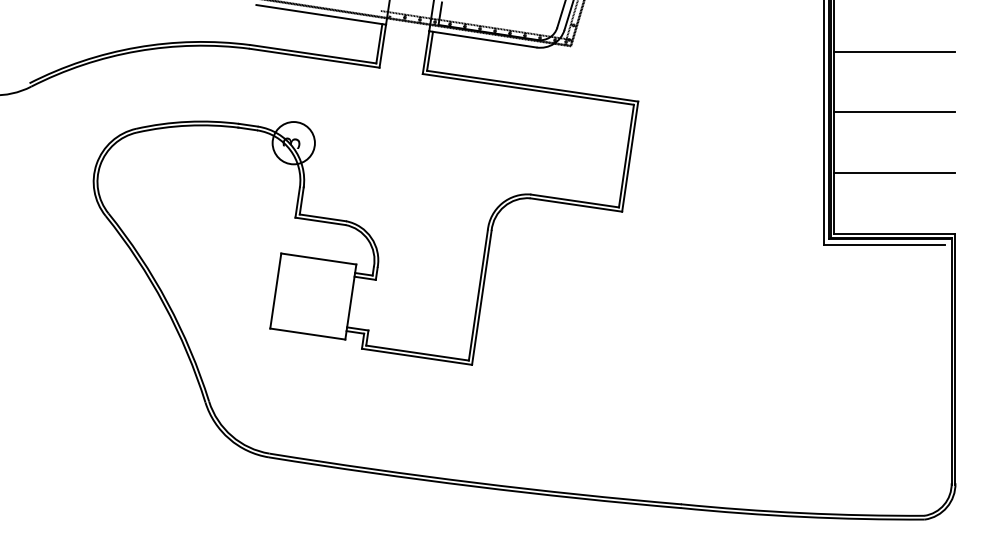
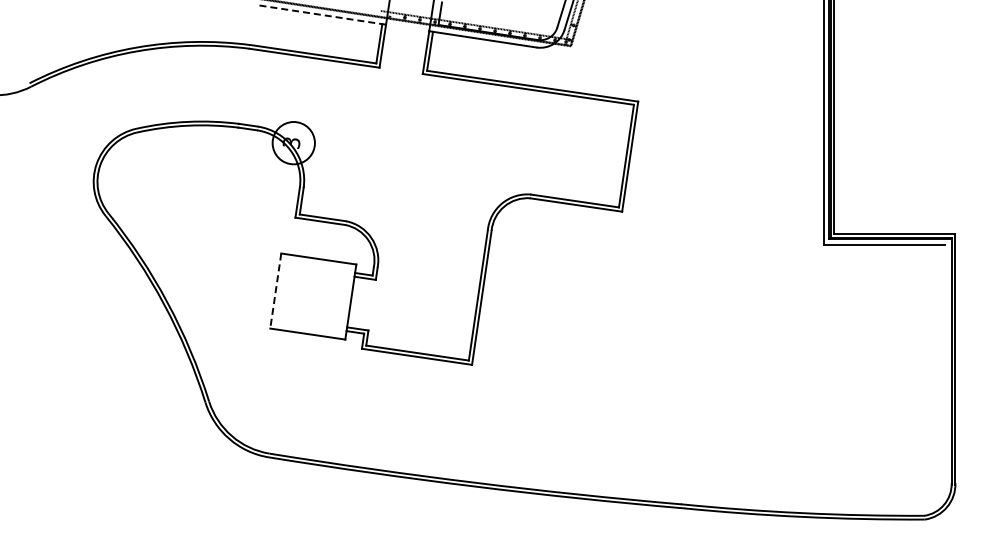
line at (321, 14): solid -> dashed
line at (894, 51): present -> none
line at (894, 112): present -> none
line at (894, 173): present -> none
line at (275, 291): solid -> dashed
